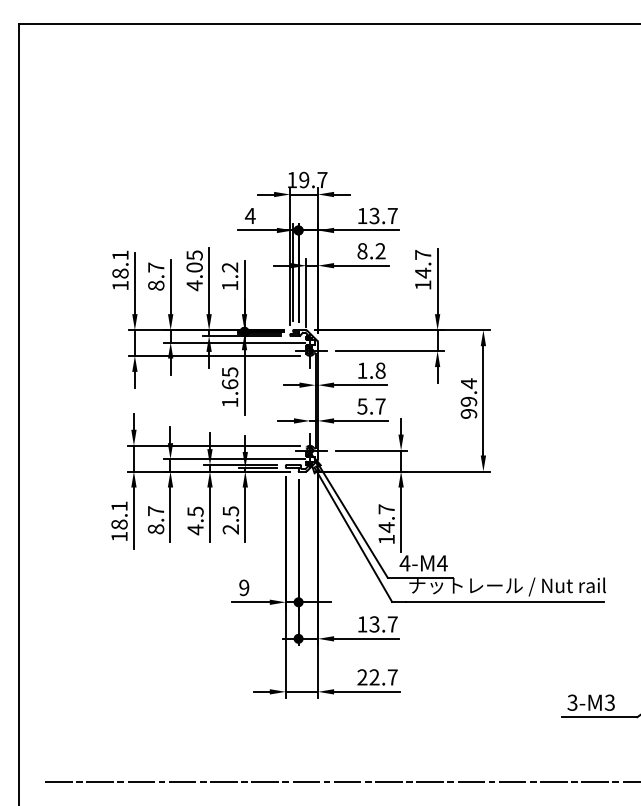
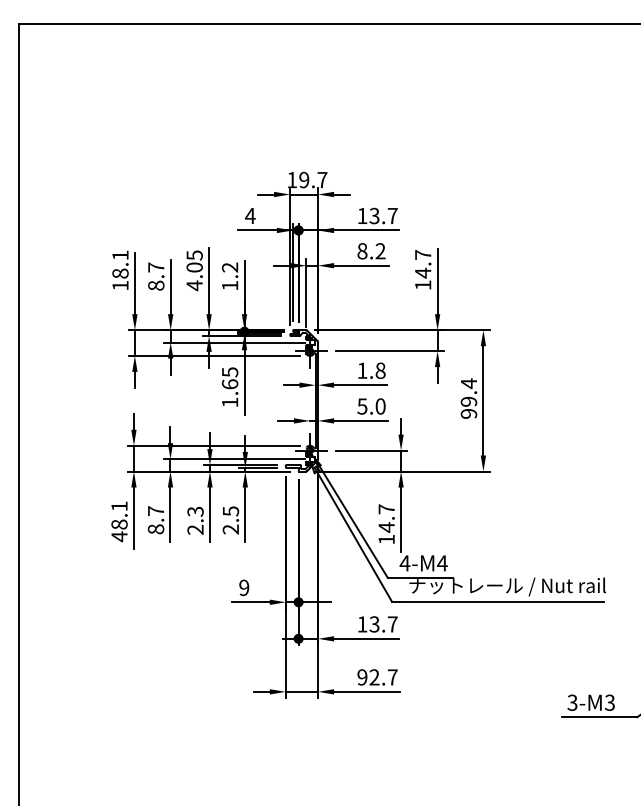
text at (380, 406): 5.7 -> 5.0
text at (195, 520): 4.5 -> 2.3
text at (119, 536): 18.1 -> 48.1
text at (362, 677): 22.7 -> 92.7
line at (341, 781): present -> none
